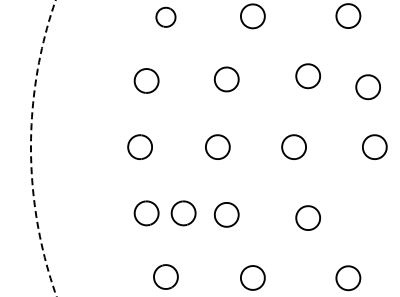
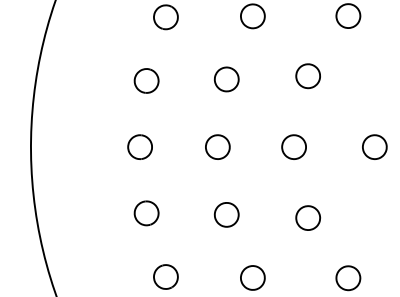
part at (165, 16) size: 22x22 px -> 26x27 px
part at (367, 87): present -> none
arc at (31, 148): dashed -> solid
part at (183, 213): present -> none
